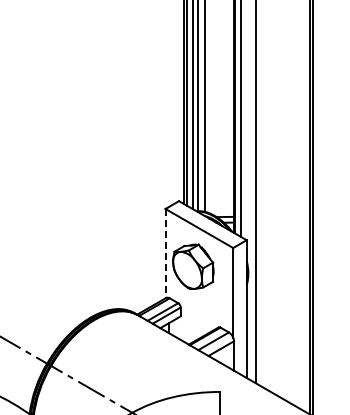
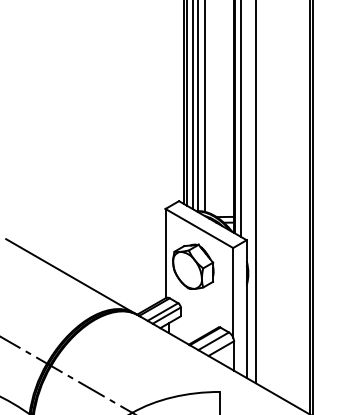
line at (165, 253): dashed -> solid
line at (68, 275): none -> present
